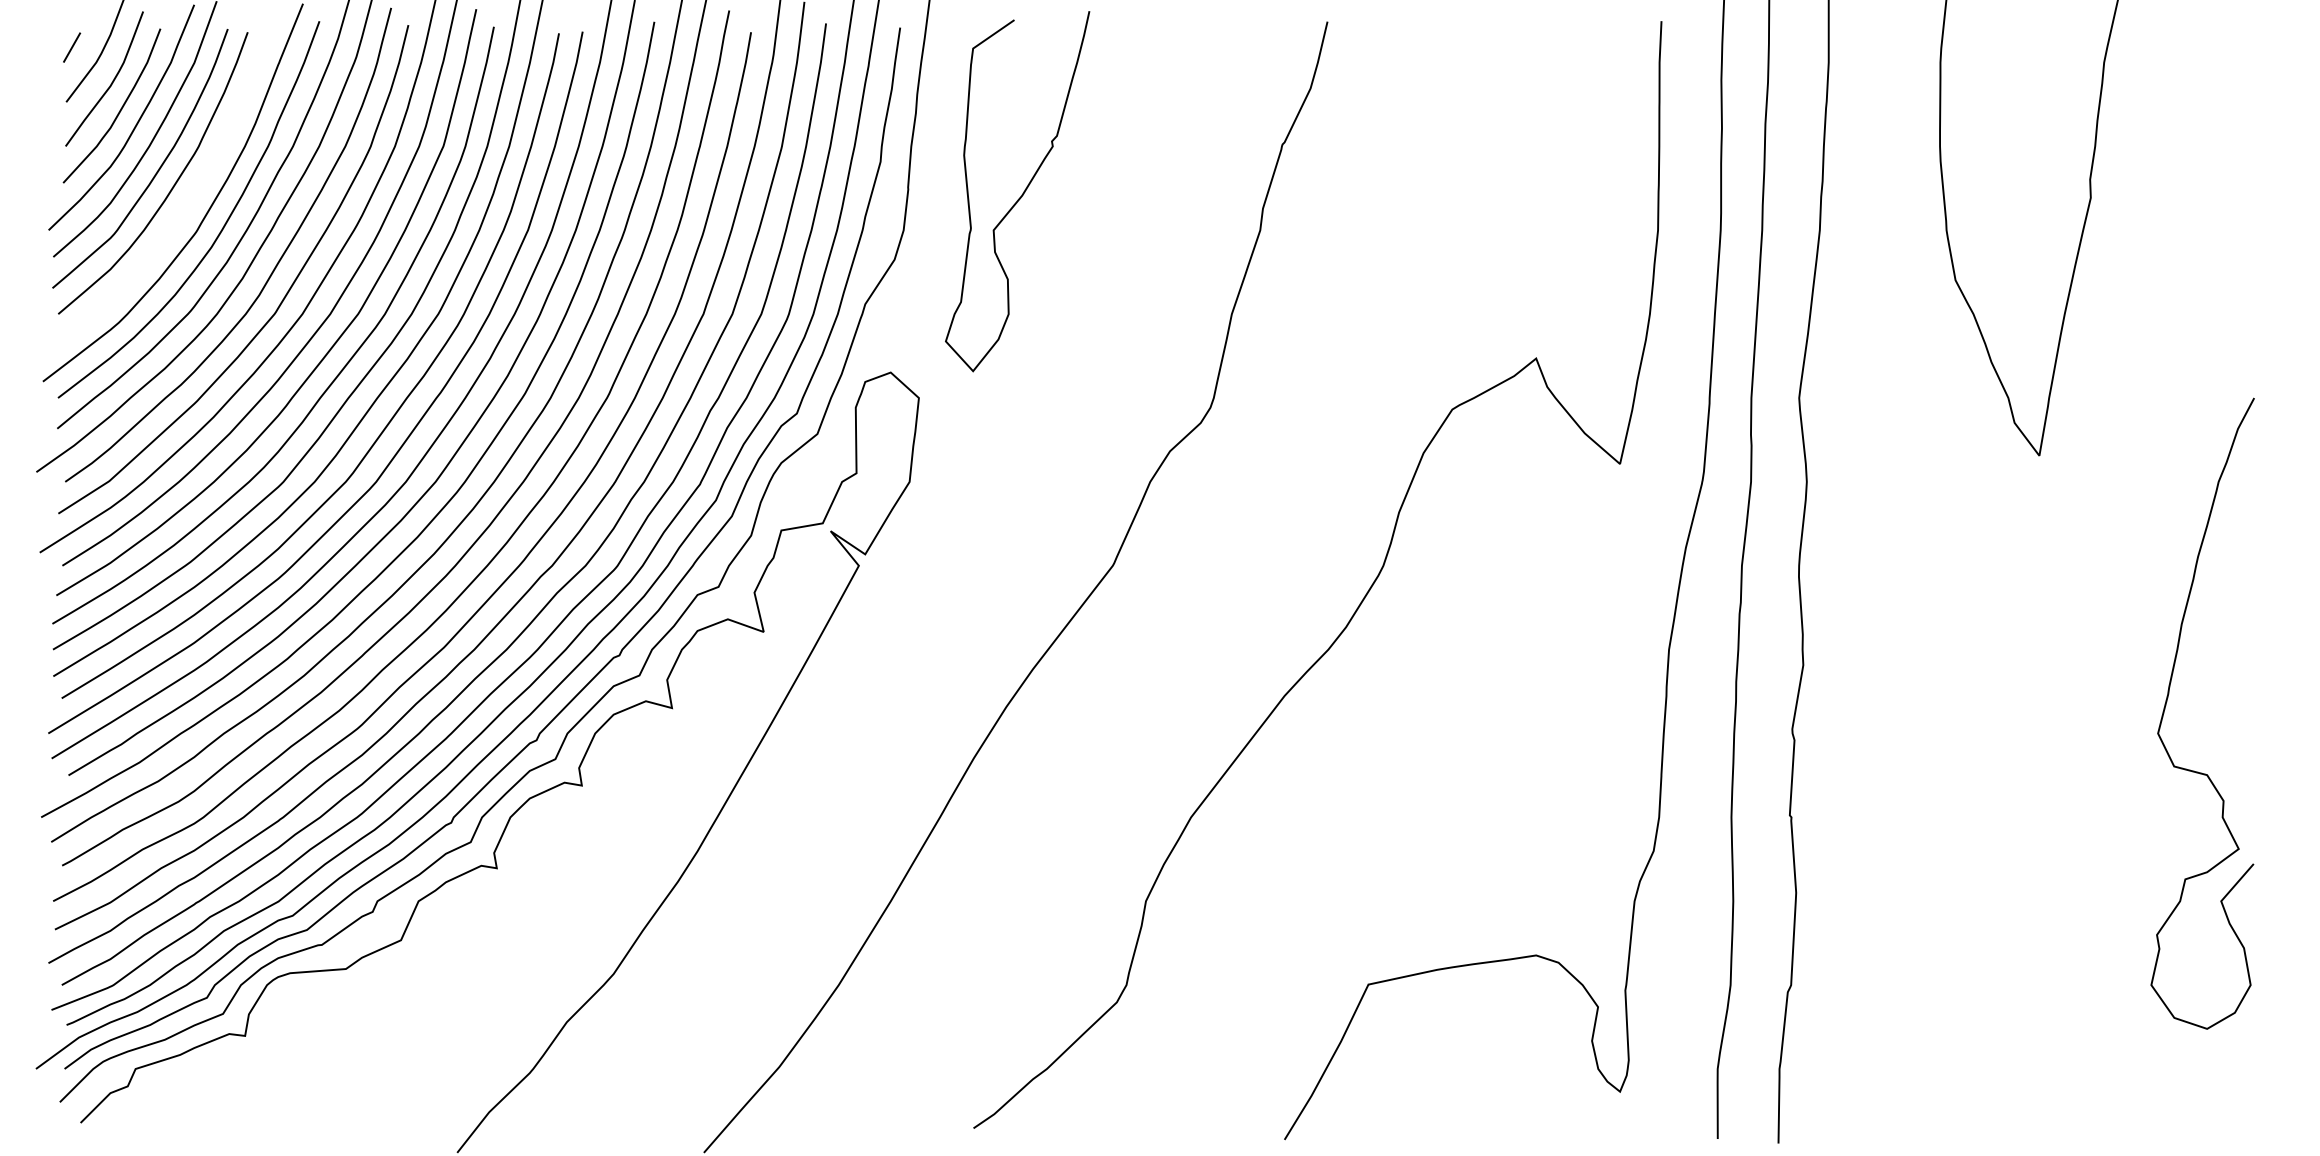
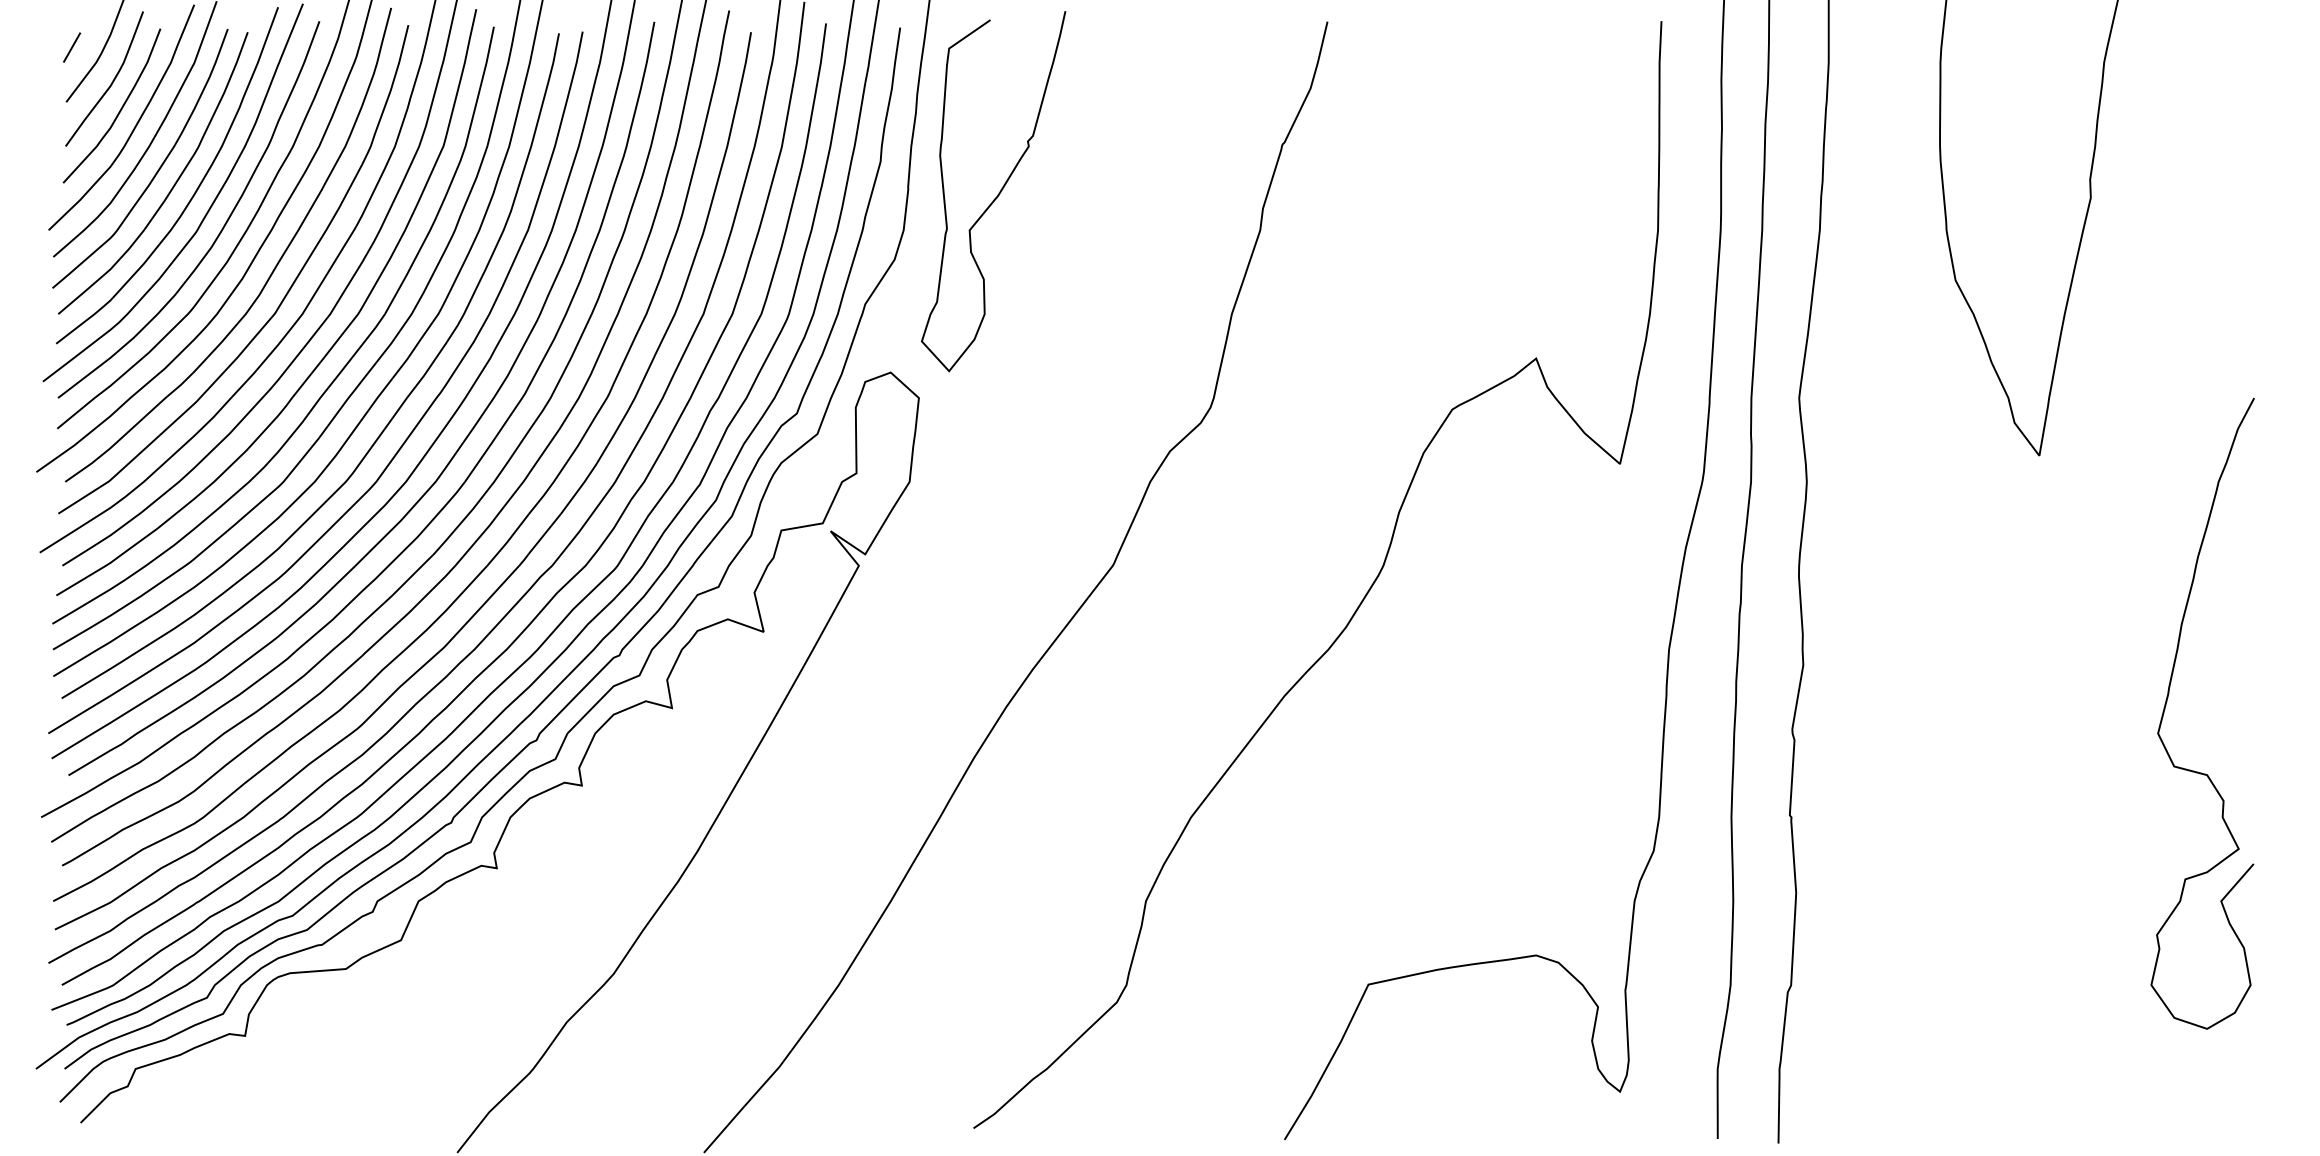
curve at (193, 193): none -> present
curve at (1021, 194) position: (1021, 194) -> (997, 194)
